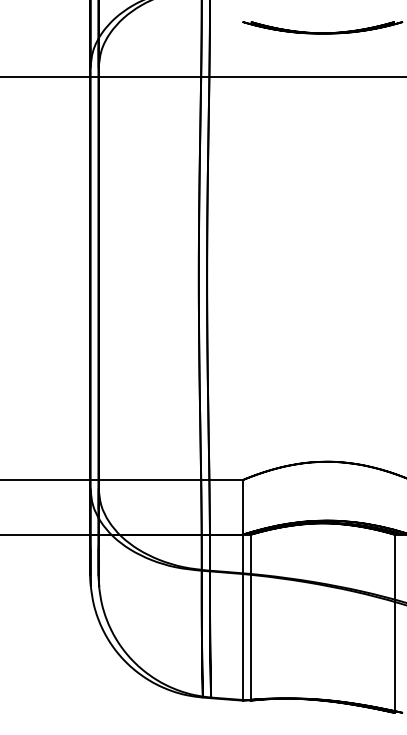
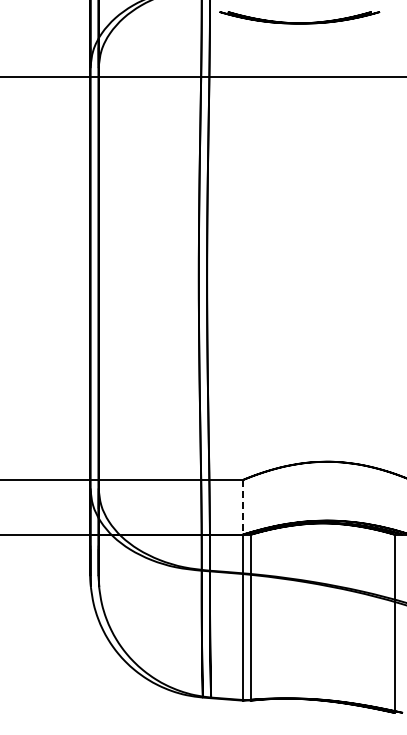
part at (322, 27) position: (322, 27) -> (299, 17)
line at (243, 507): solid -> dashed
